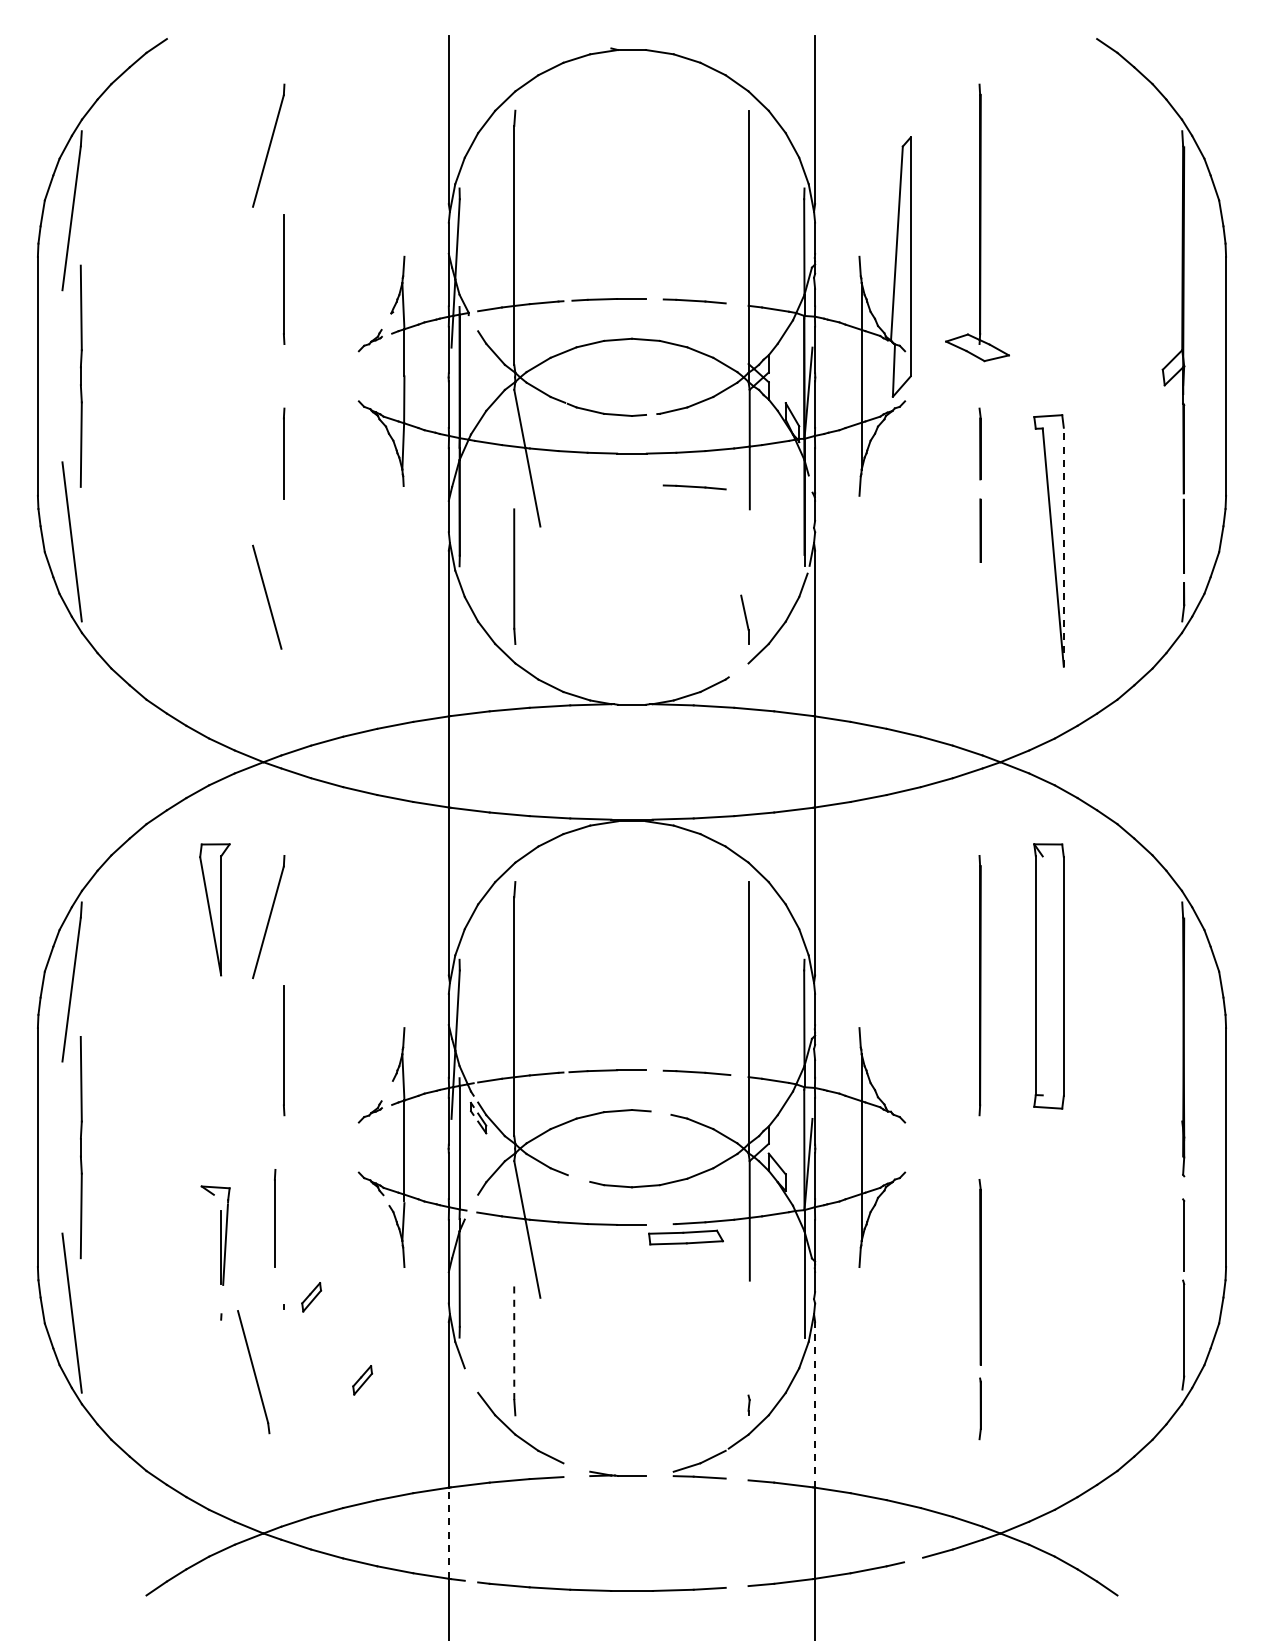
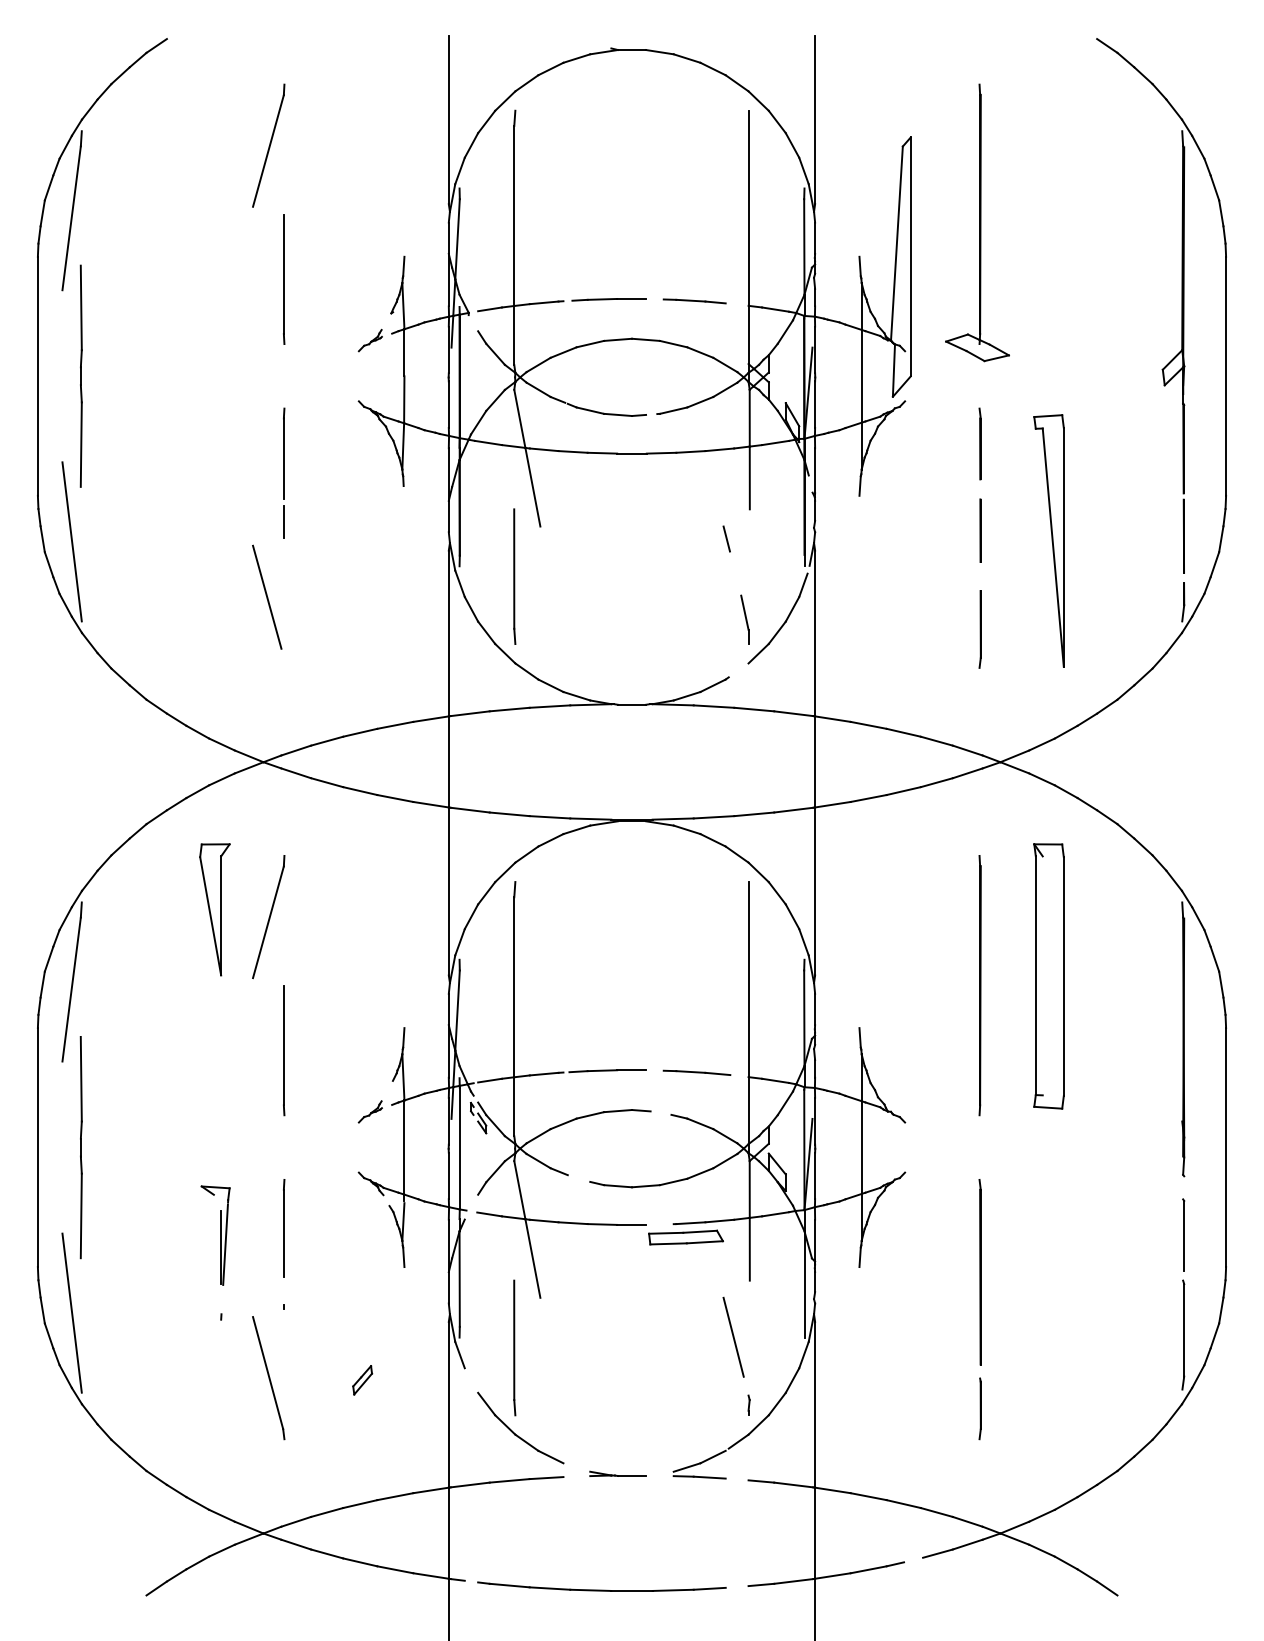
line at (694, 487): present -> none
line at (283, 521): none -> present
line at (726, 538): none -> present
line at (1063, 547): dashed -> solid
line at (979, 629): none -> present
line at (275, 1218) position: (275, 1218) -> (284, 1228)
part at (311, 1297): present -> none
line at (733, 1336): none -> present
line at (514, 1340): dashed -> solid
part at (253, 1372) position: (253, 1372) -> (268, 1378)
line at (815, 1404): dashed -> solid
line at (448, 1533): dashed -> solid
